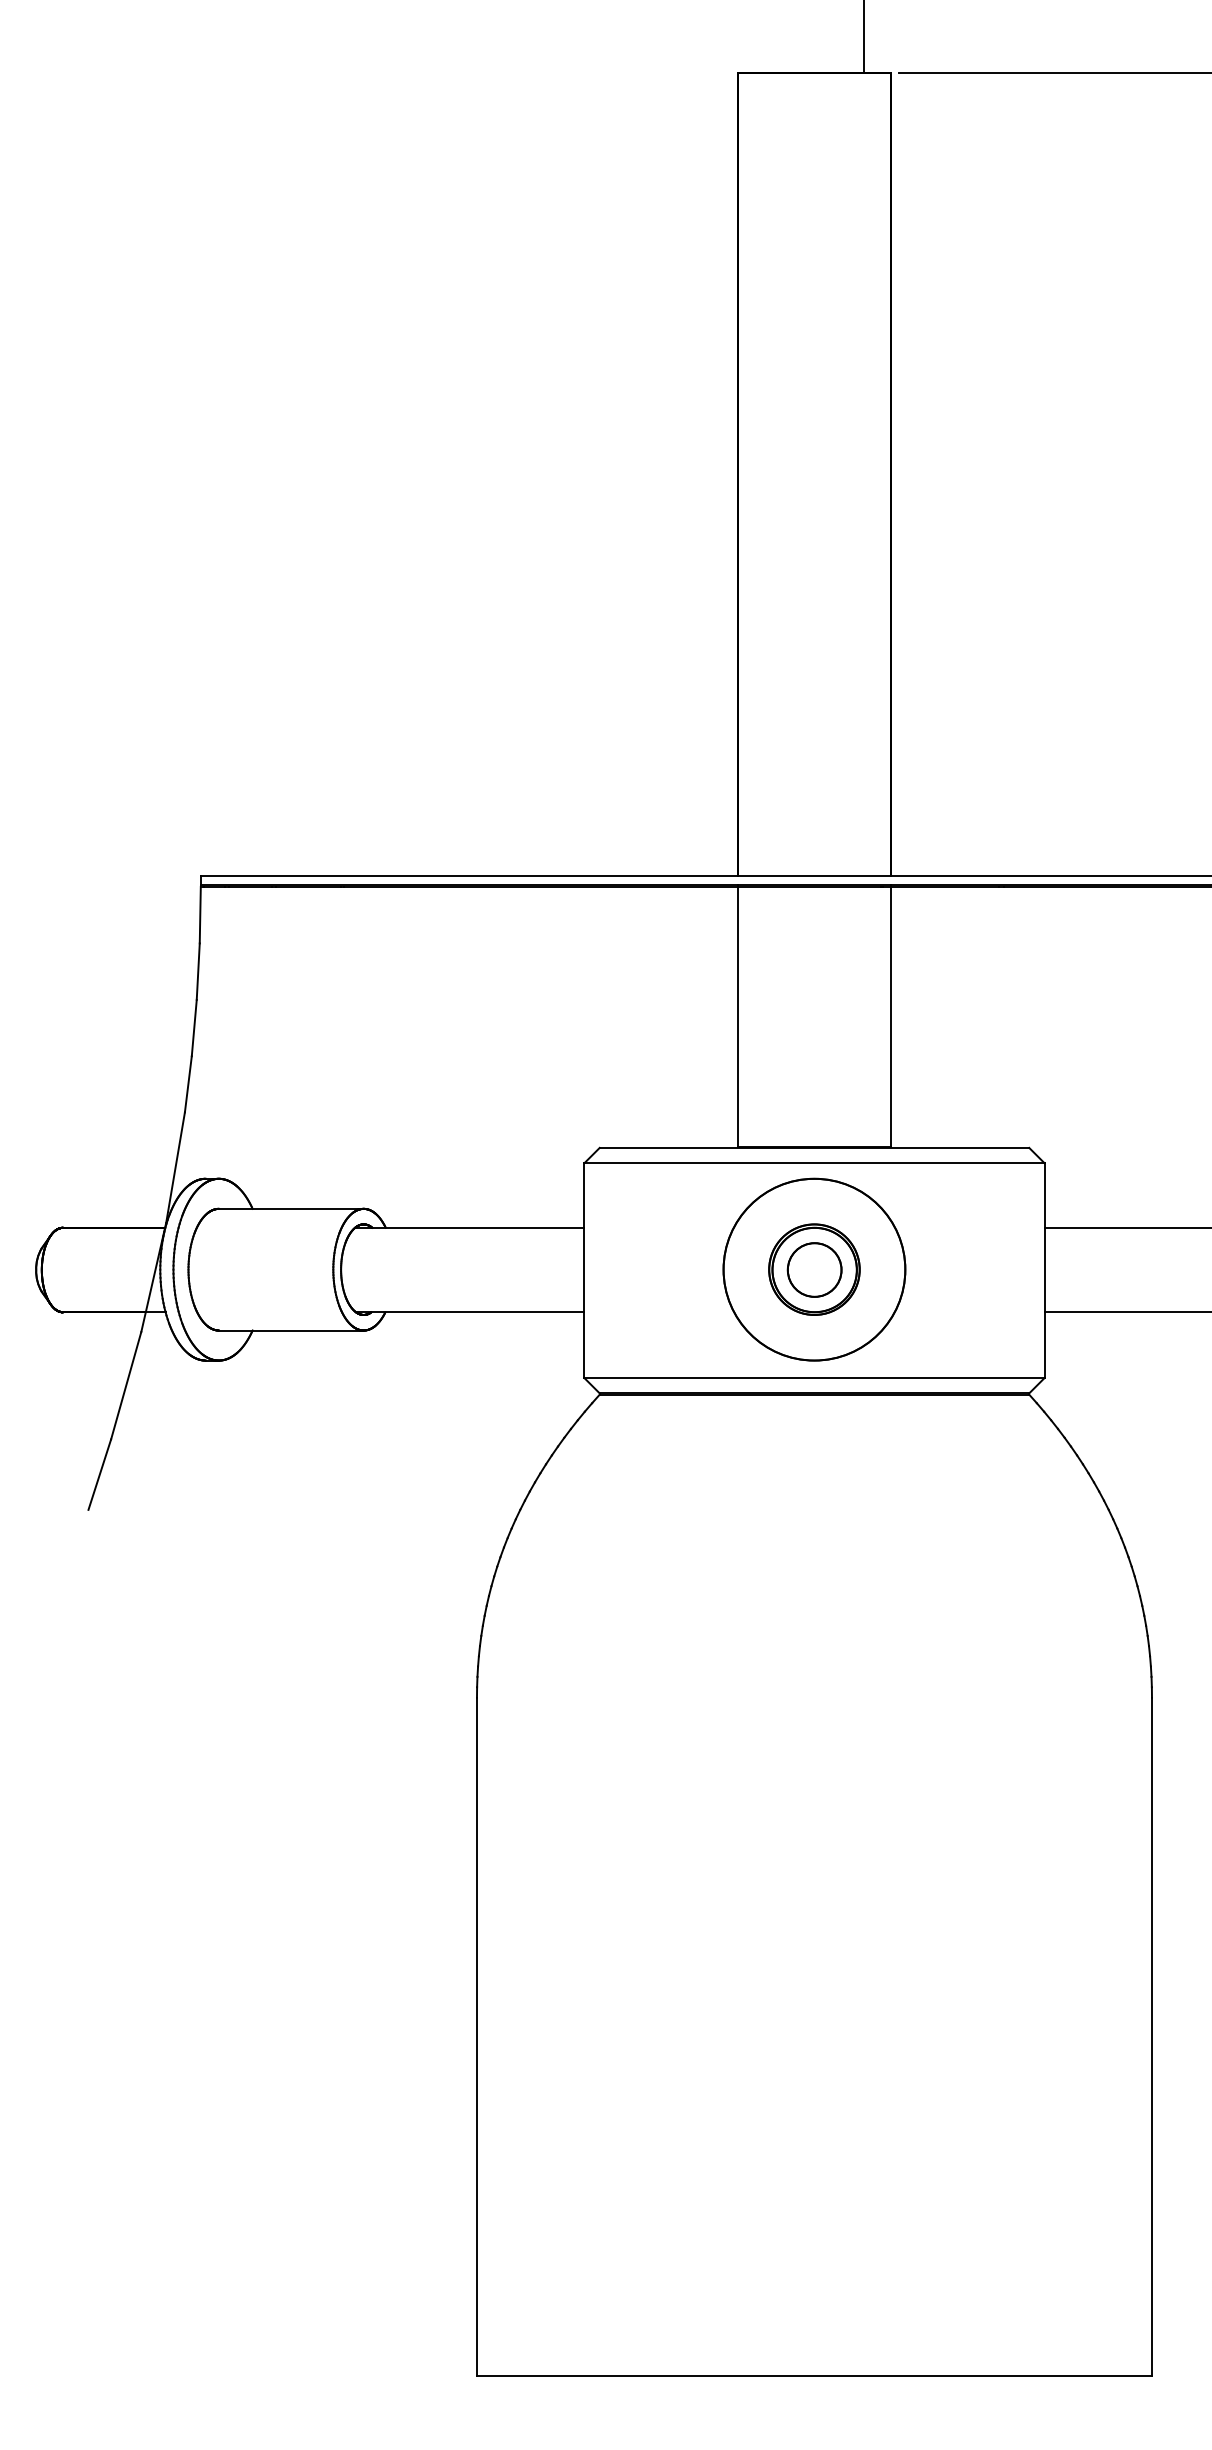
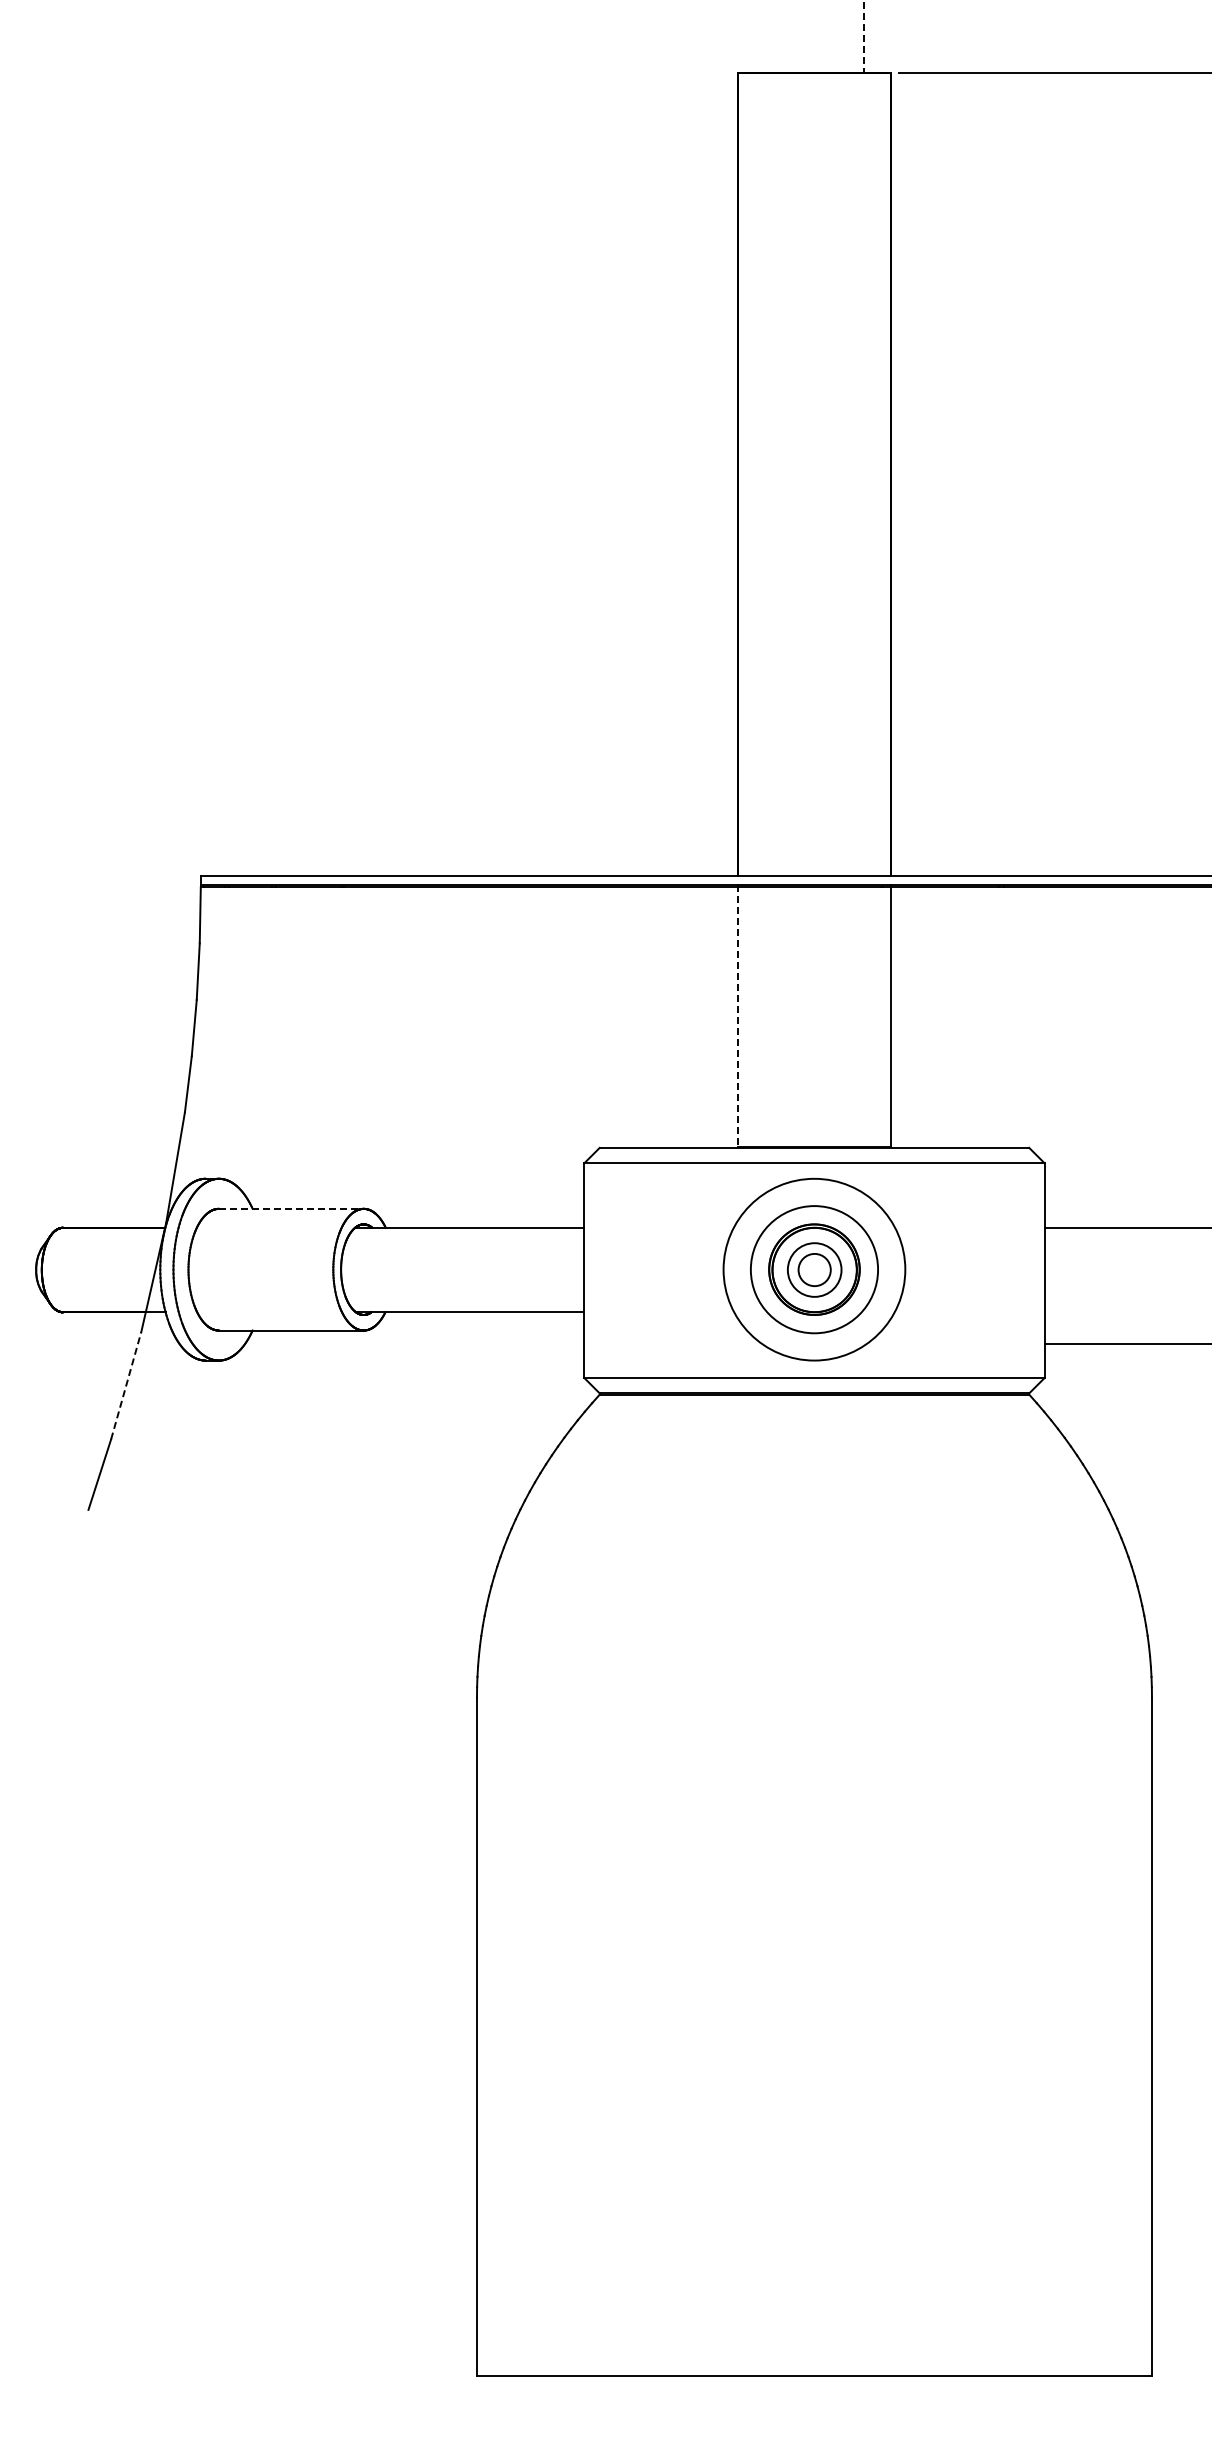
line at (864, 37): solid -> dashed
line at (737, 1016): solid -> dashed
line at (291, 1208): solid -> dashed
circle at (814, 1269) diameter: 182 px -> 127 px
circle at (814, 1269) diameter: 54 px -> 32 px
line at (1126, 1312) position: (1126, 1312) -> (1126, 1344)
line at (126, 1385): solid -> dashed
